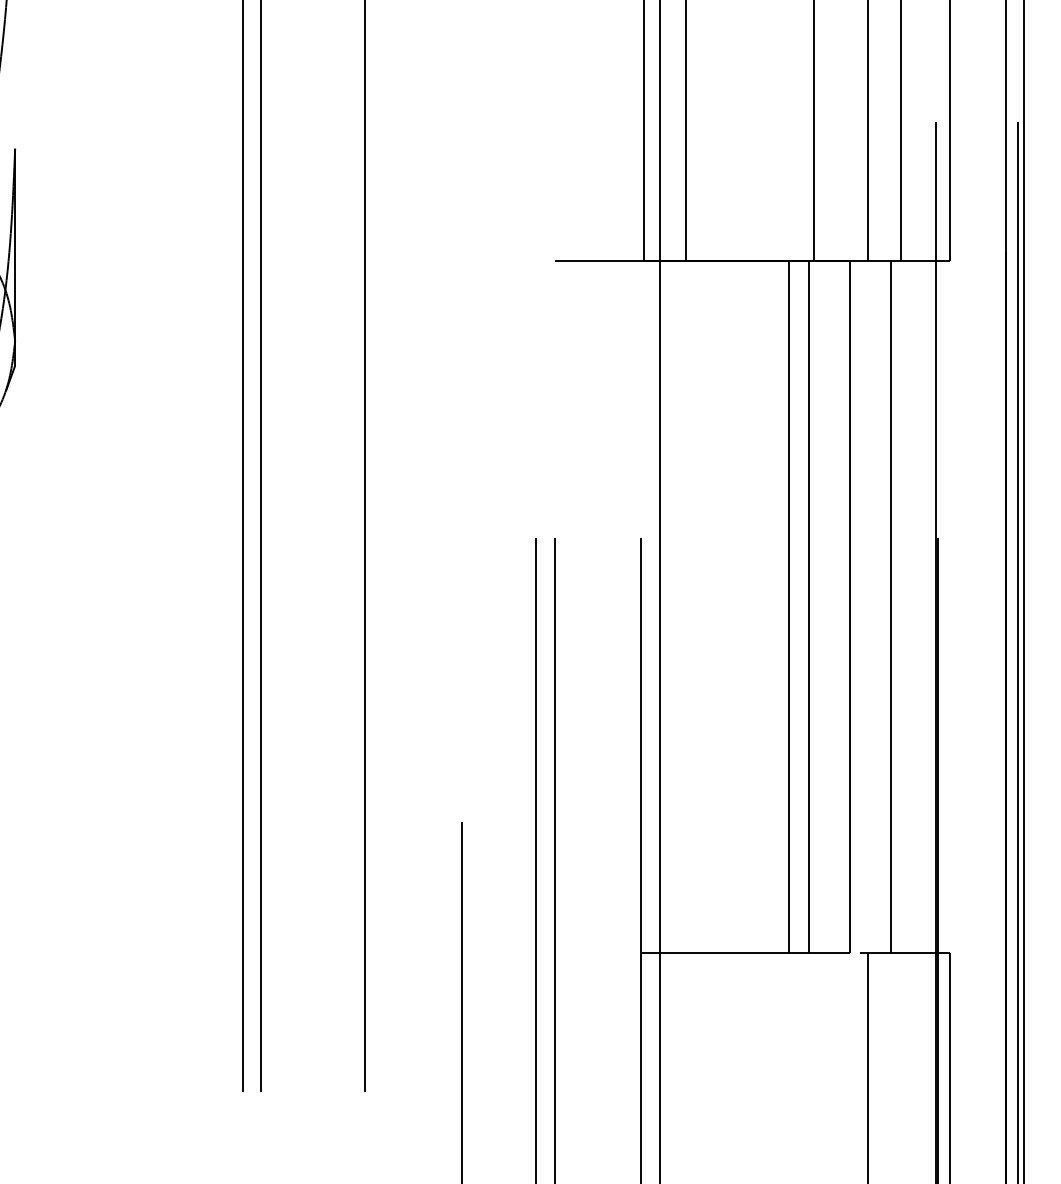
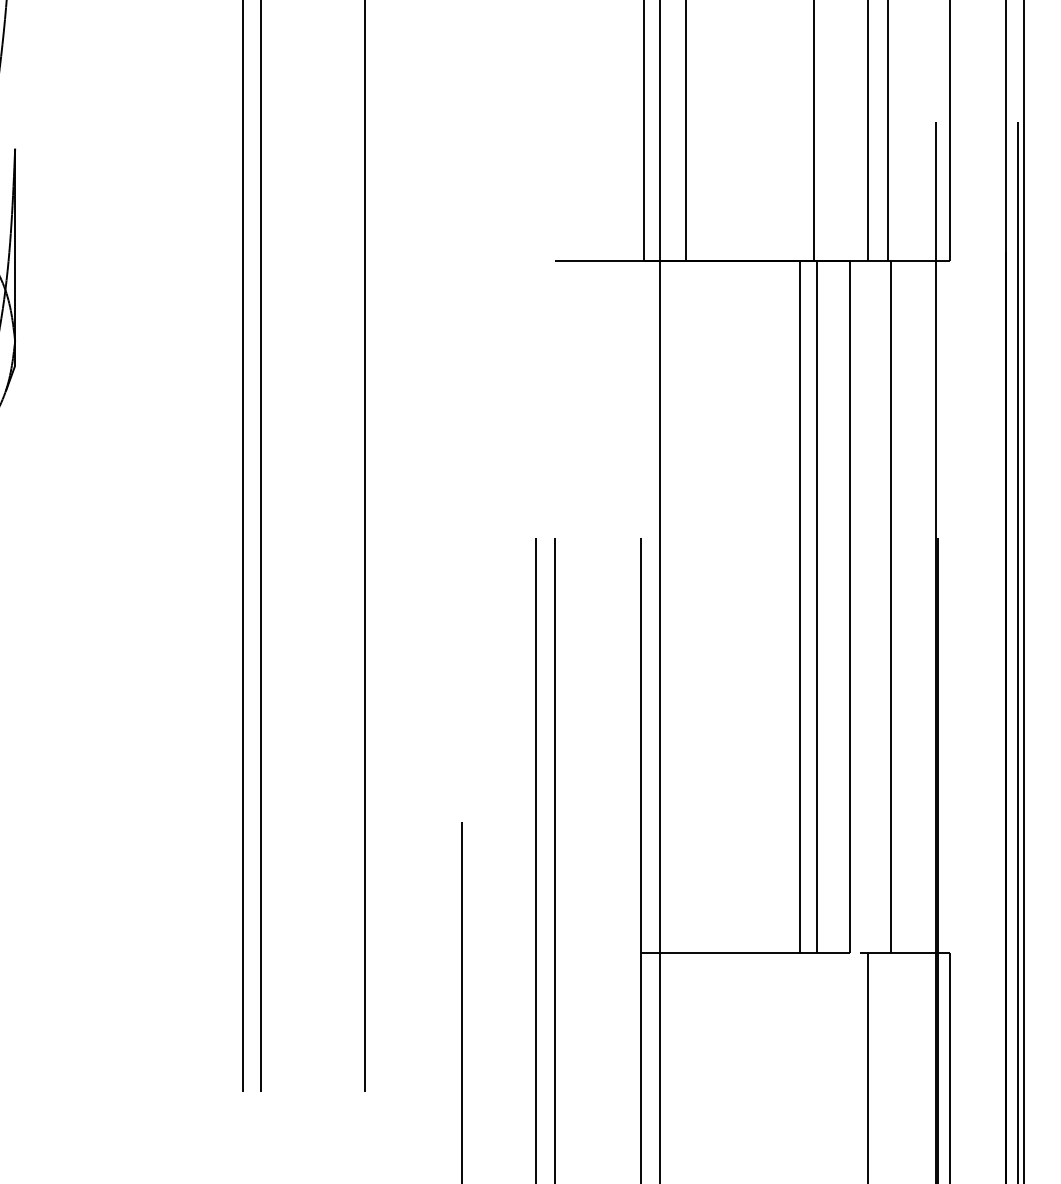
line at (900, 131) position: (900, 131) -> (887, 131)
line at (789, 606) position: (789, 606) -> (800, 606)
line at (809, 606) position: (809, 606) -> (817, 606)
